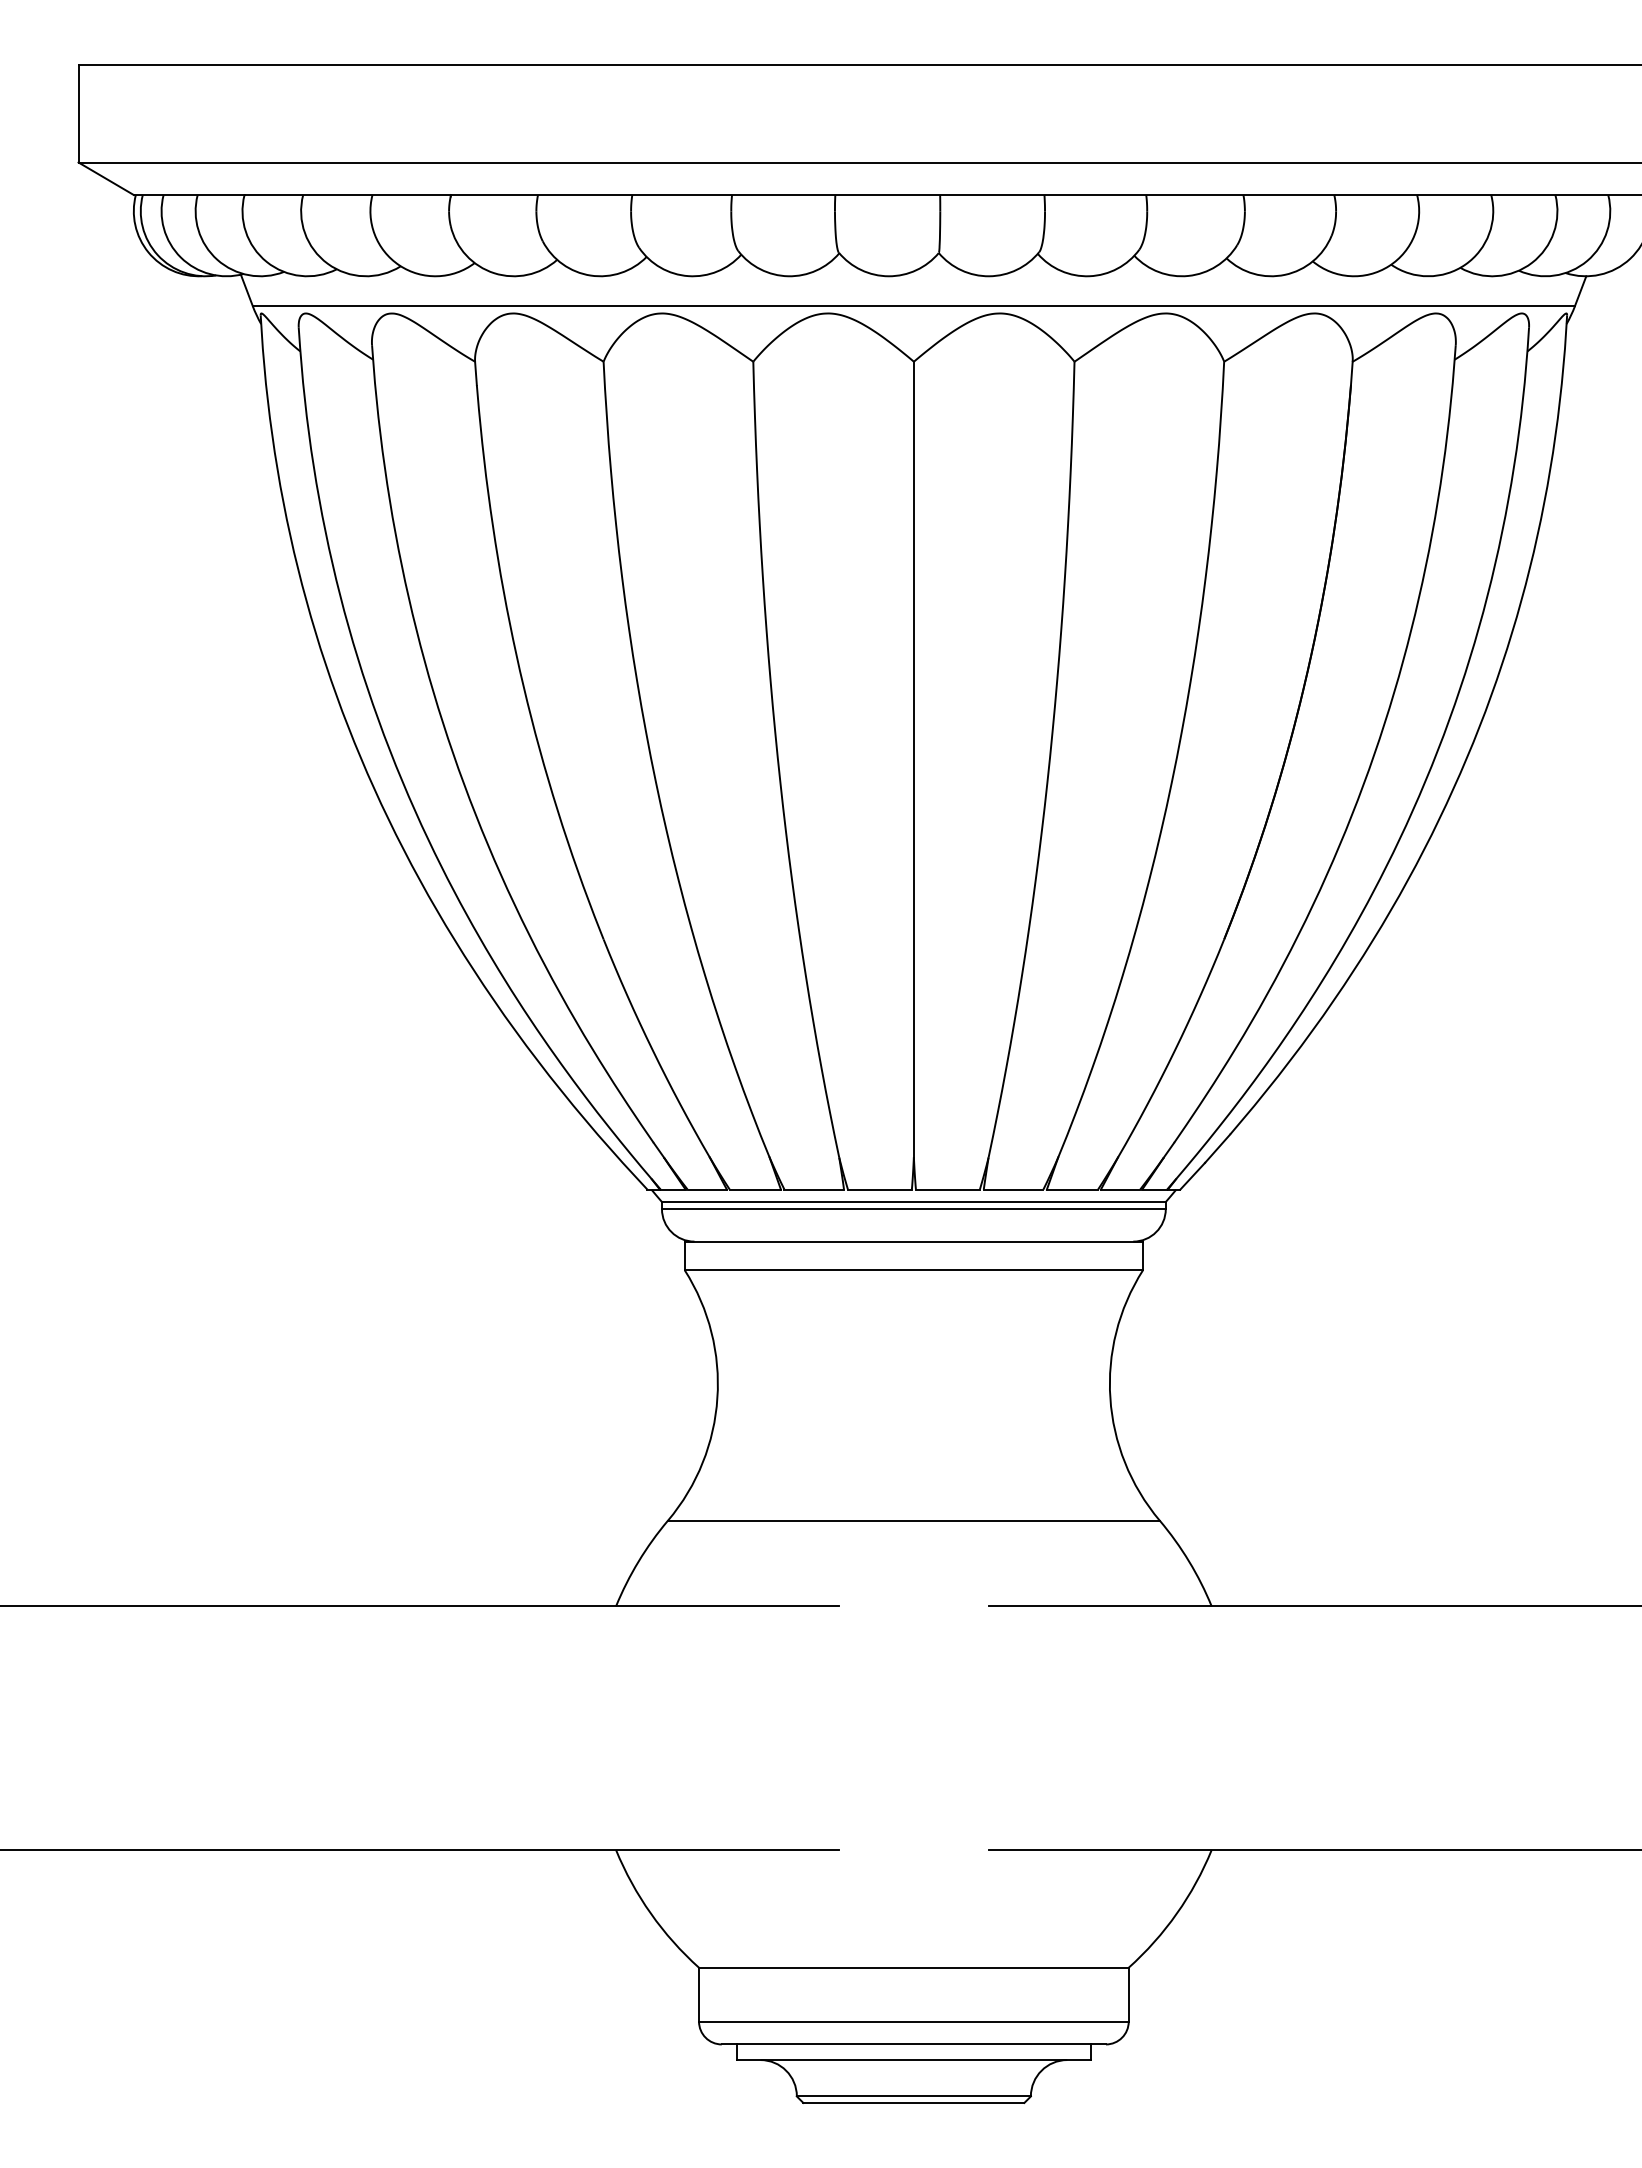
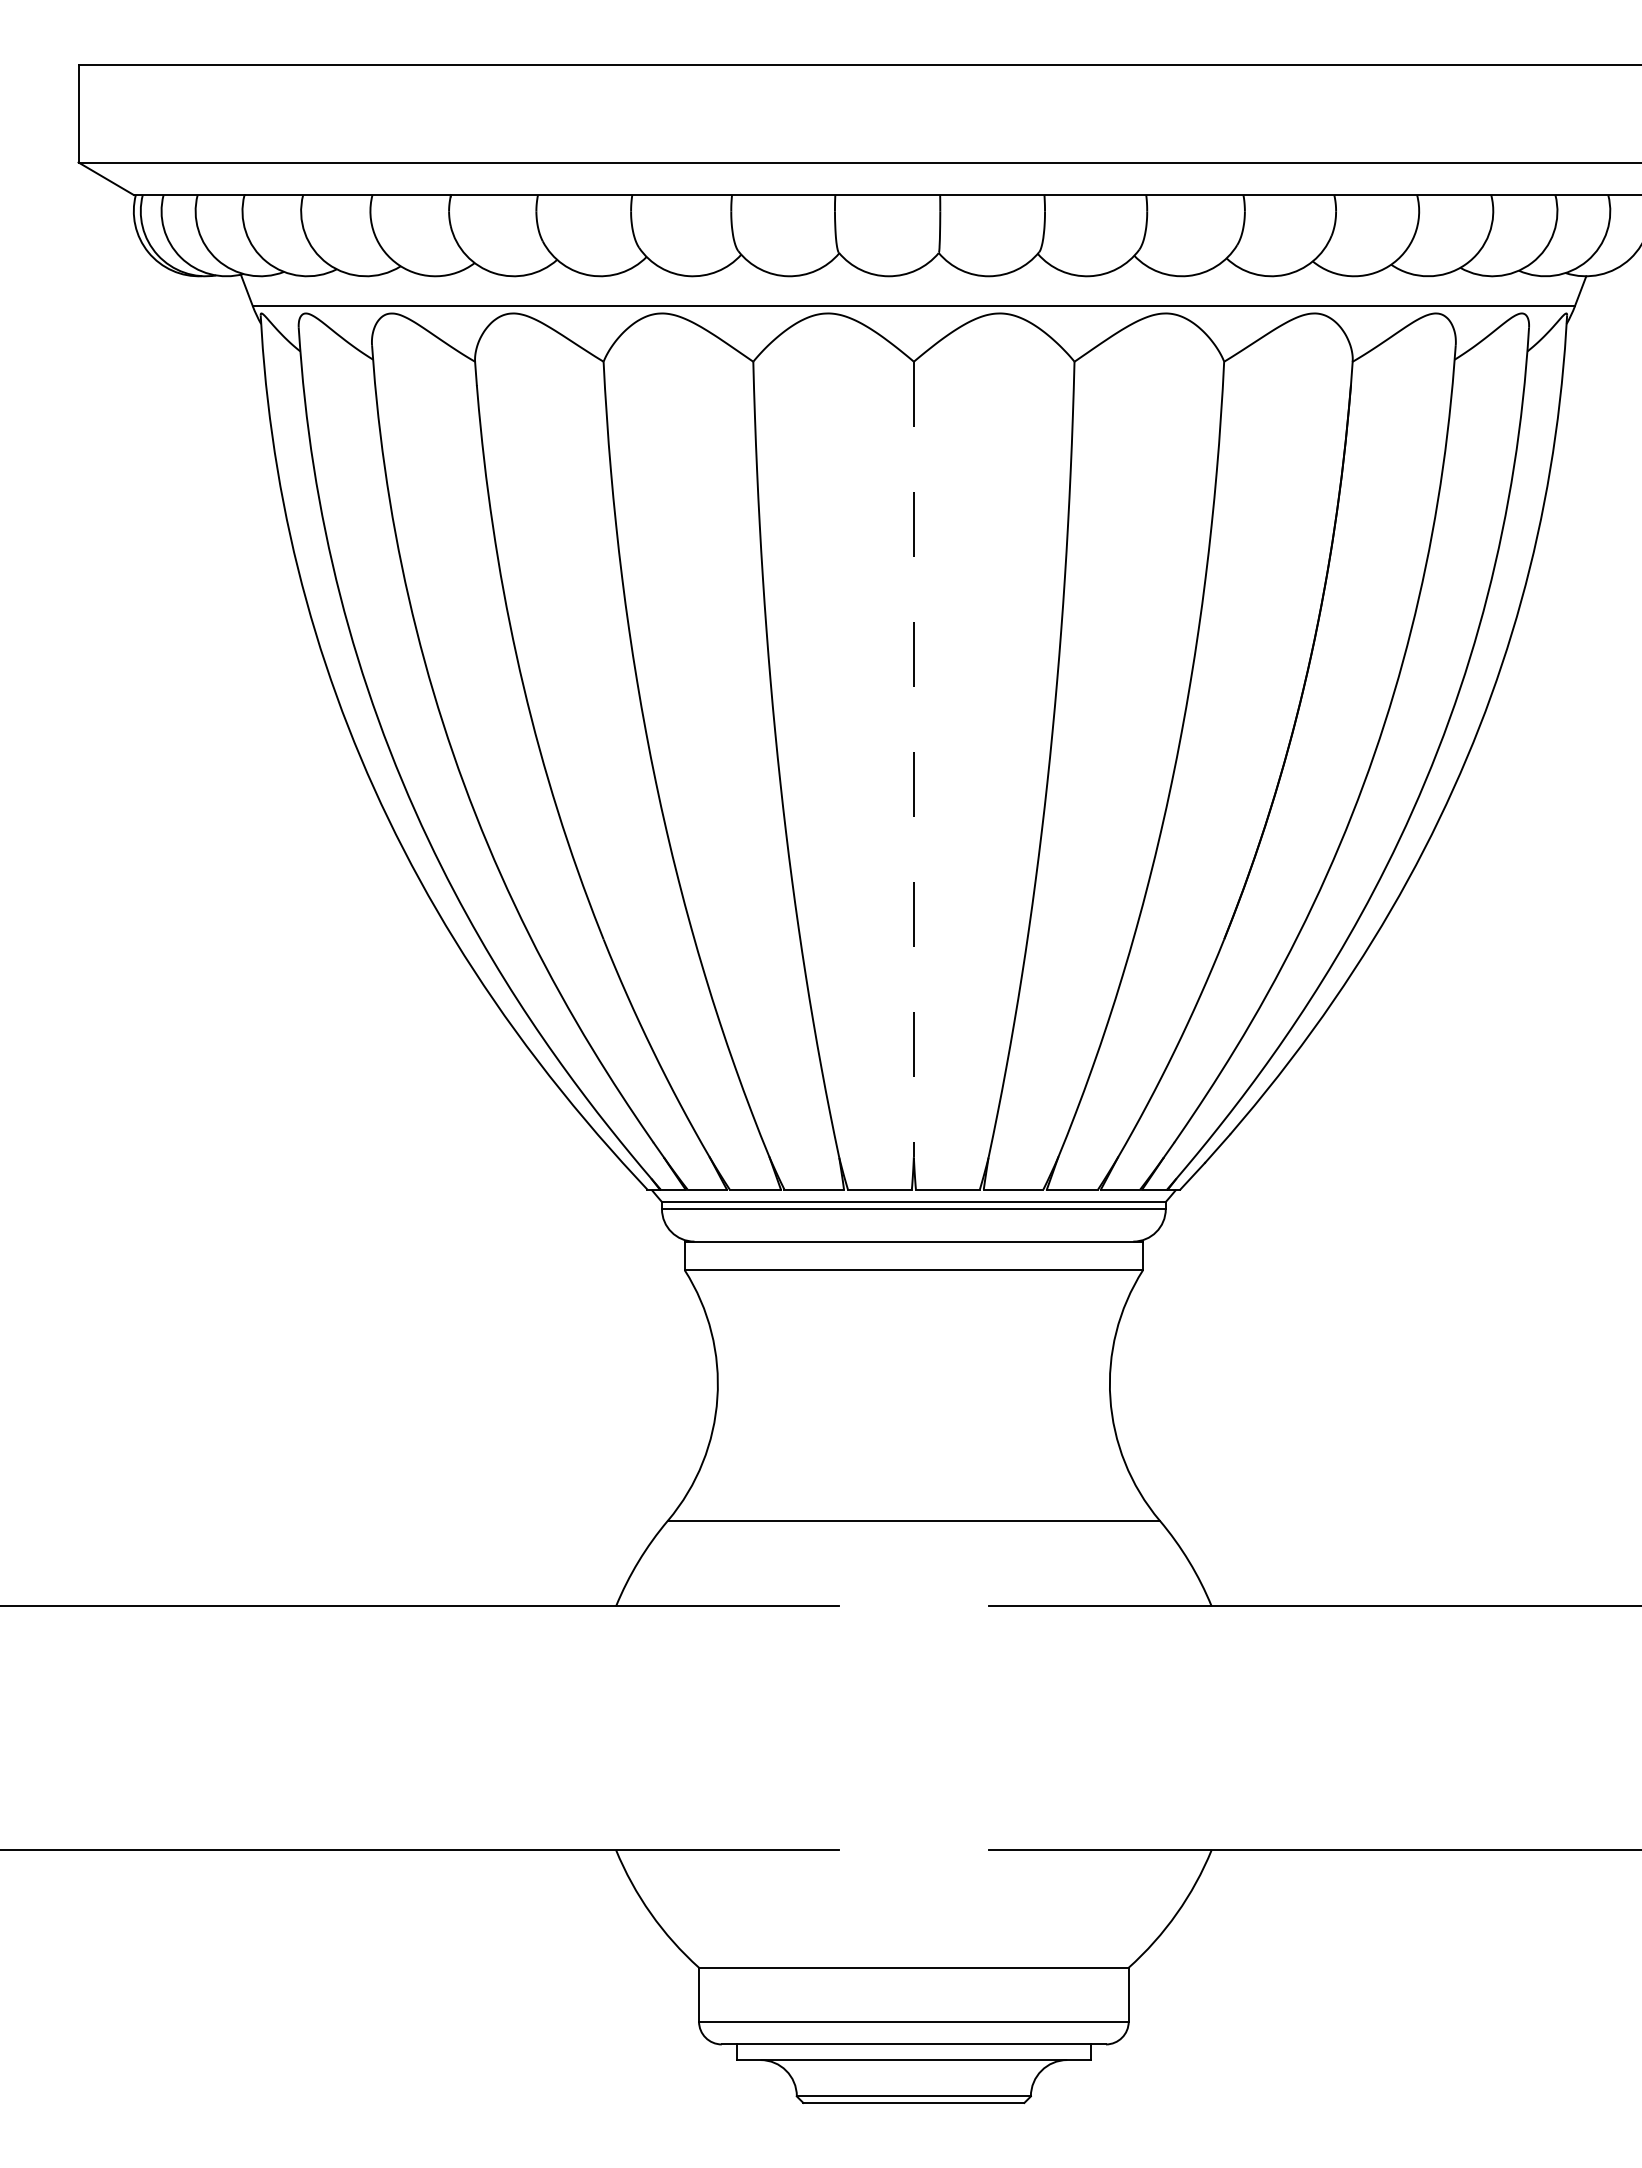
line at (913, 759): solid -> dashed
